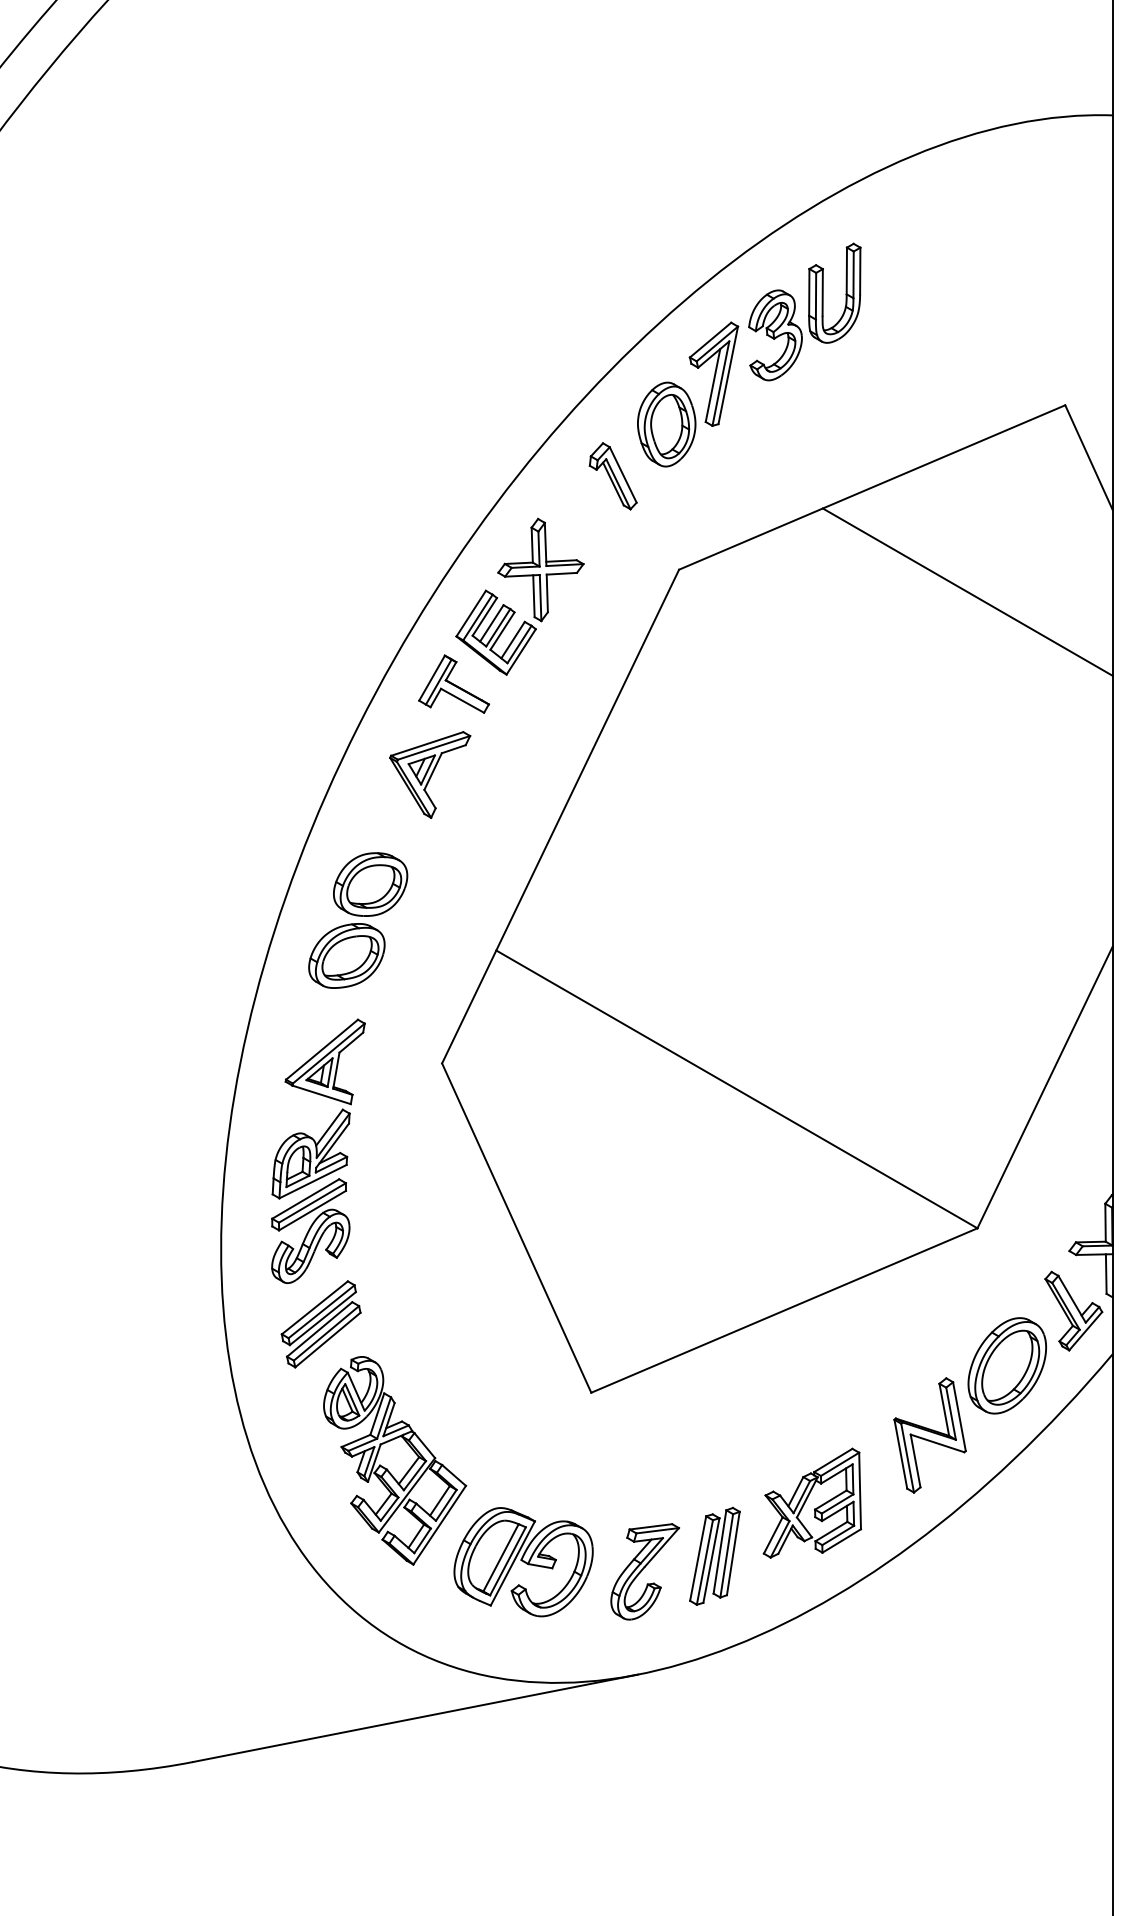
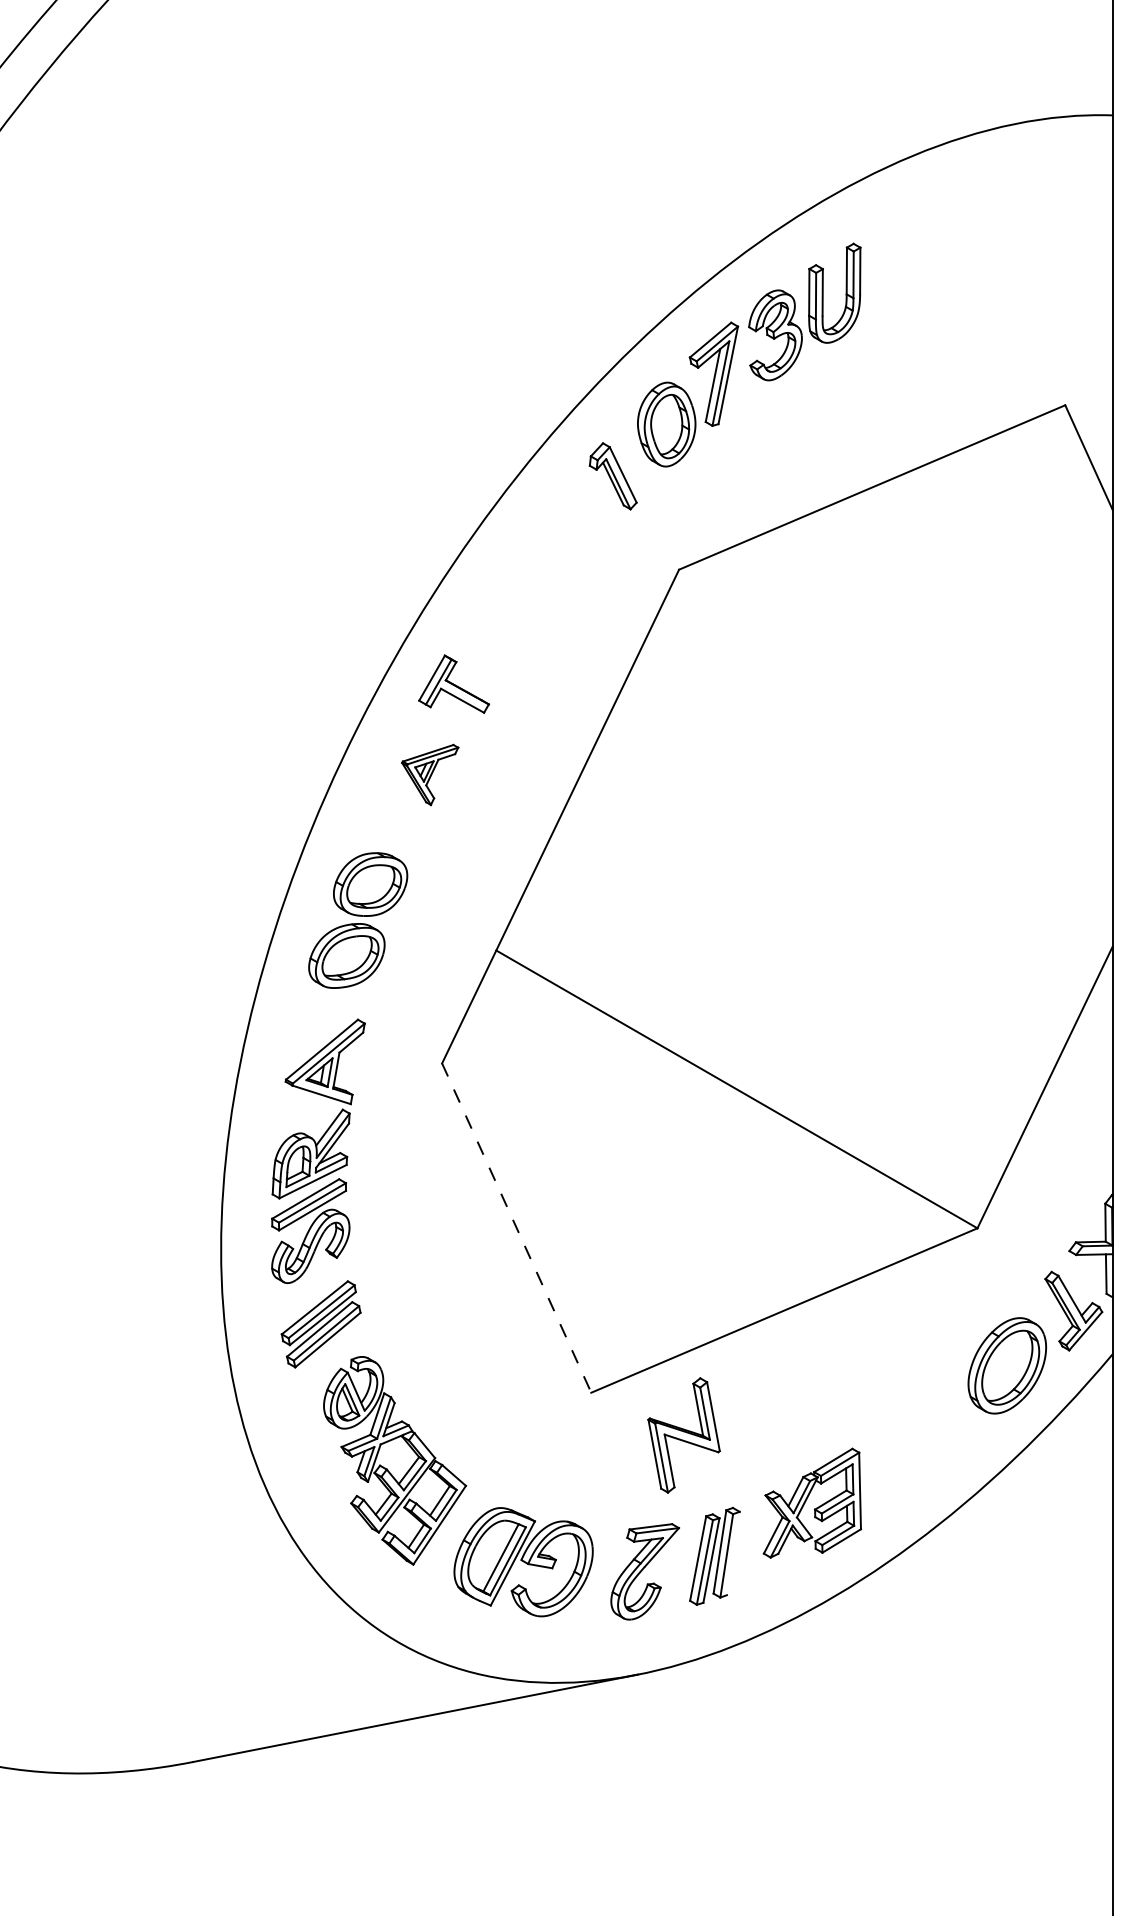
line at (967, 591): present -> none
part at (532, 592): present -> none
part at (430, 774) size: 83x88 px -> 59x64 px
line at (516, 1228): solid -> dashed
part at (929, 1435) position: (929, 1435) -> (683, 1435)
line at (732, 1553): present -> none
